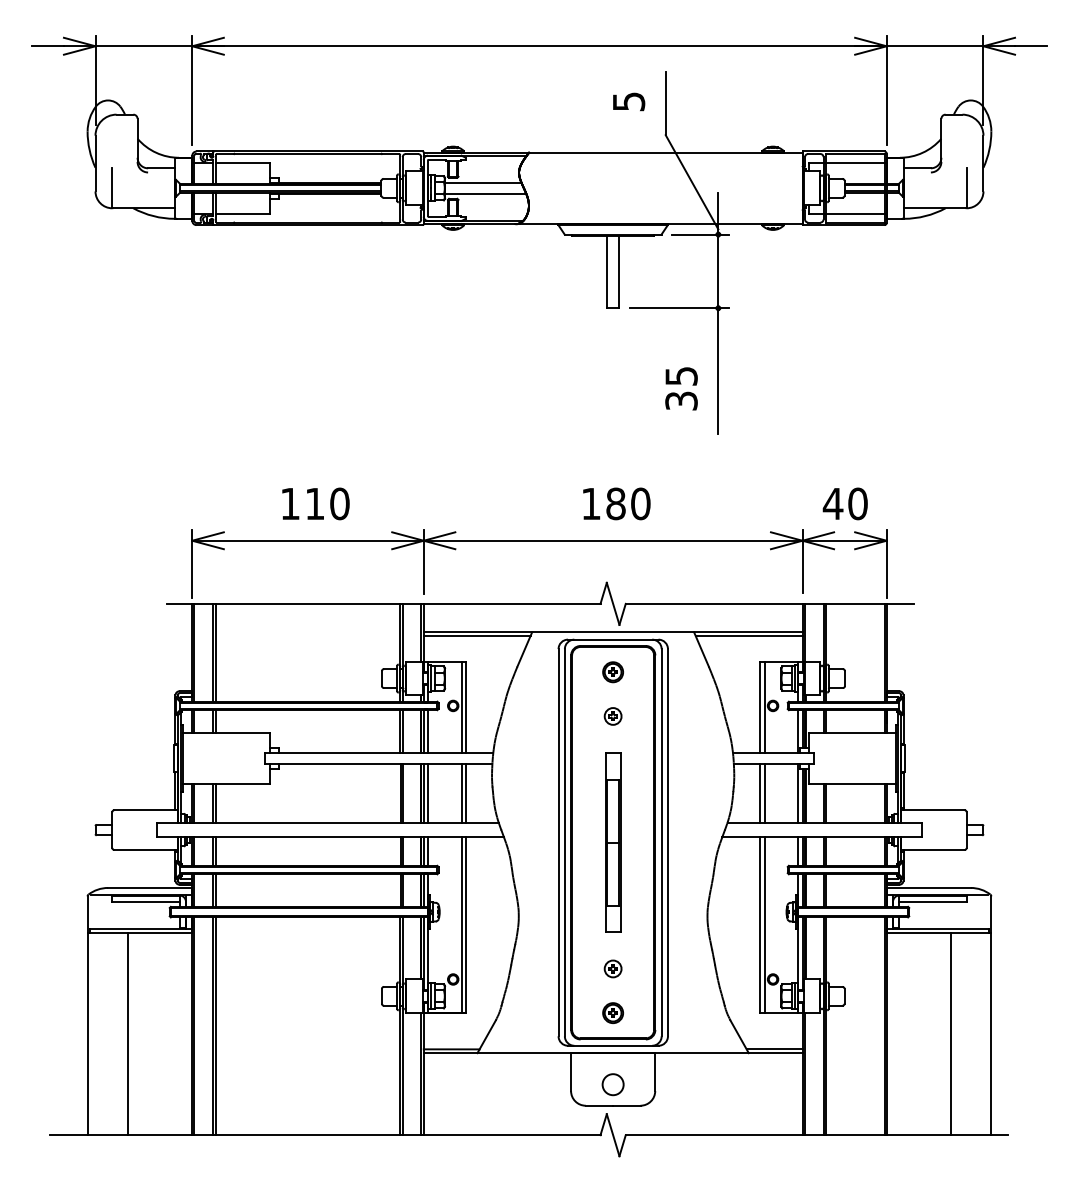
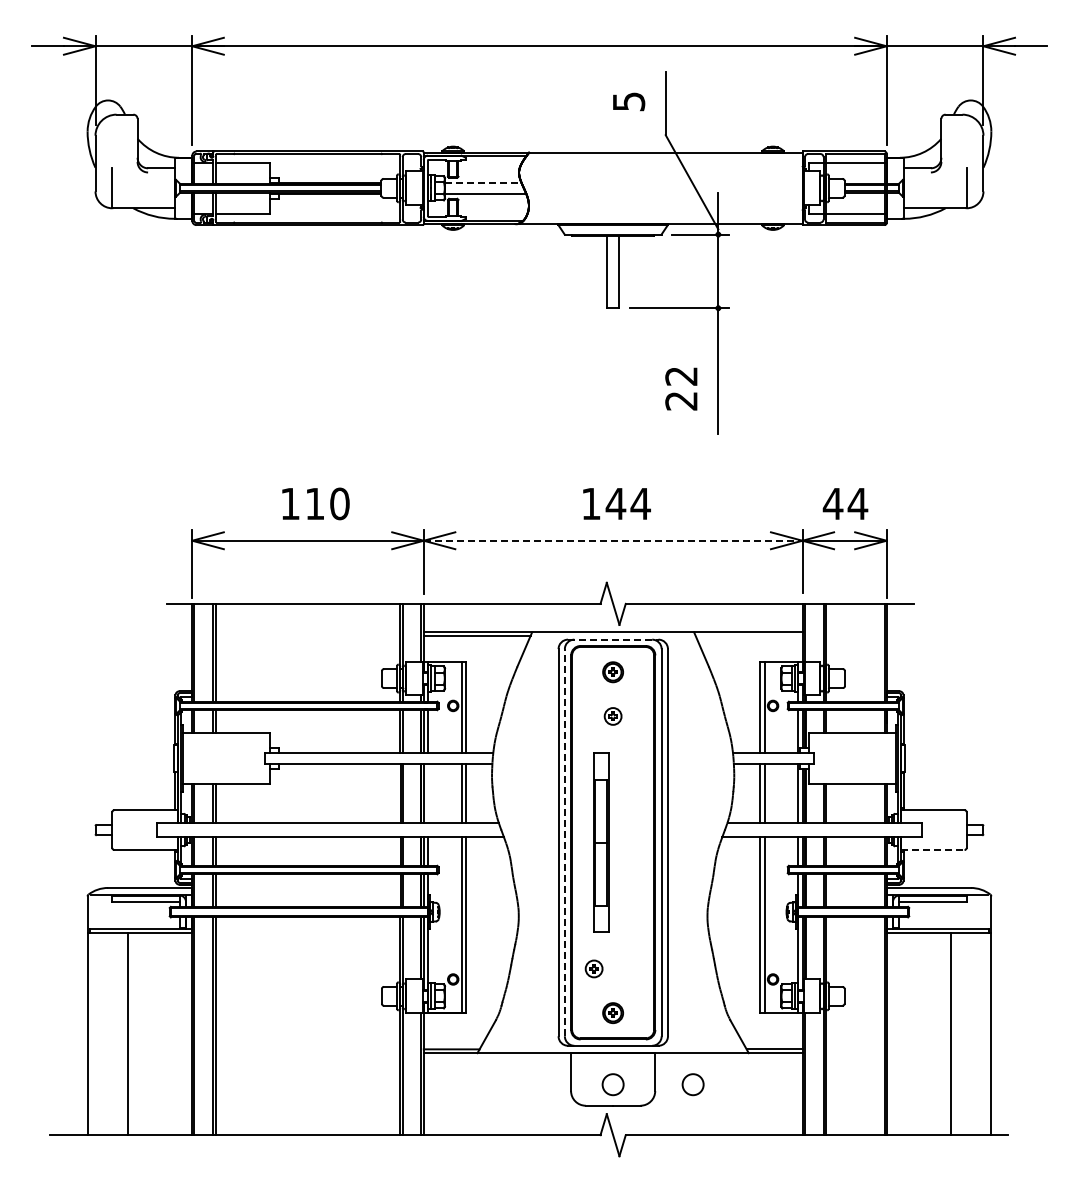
line at (483, 183): solid -> dashed
text at (681, 388): 35 -> 22
text at (627, 503): 180 -> 144
text at (857, 503): 40 -> 44
line at (613, 540): solid -> dashed
line at (748, 636): present -> none
line at (613, 639): solid -> dashed
line at (427, 792): present -> none
line at (564, 842): solid -> dashed
part at (613, 842) position: (613, 842) -> (601, 842)
line at (932, 850): solid -> dashed
part at (612, 968) position: (612, 968) -> (593, 968)
circle at (692, 1084): none -> present
